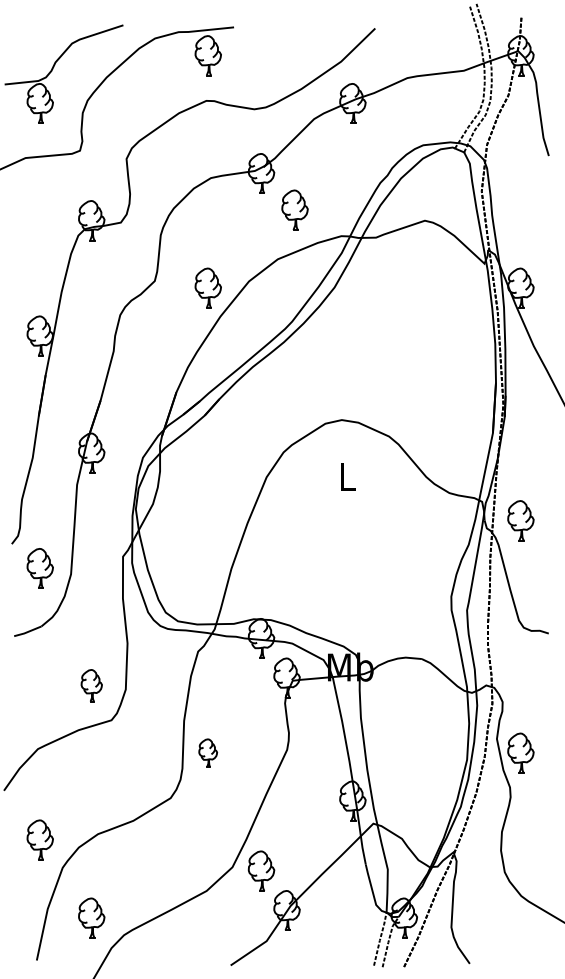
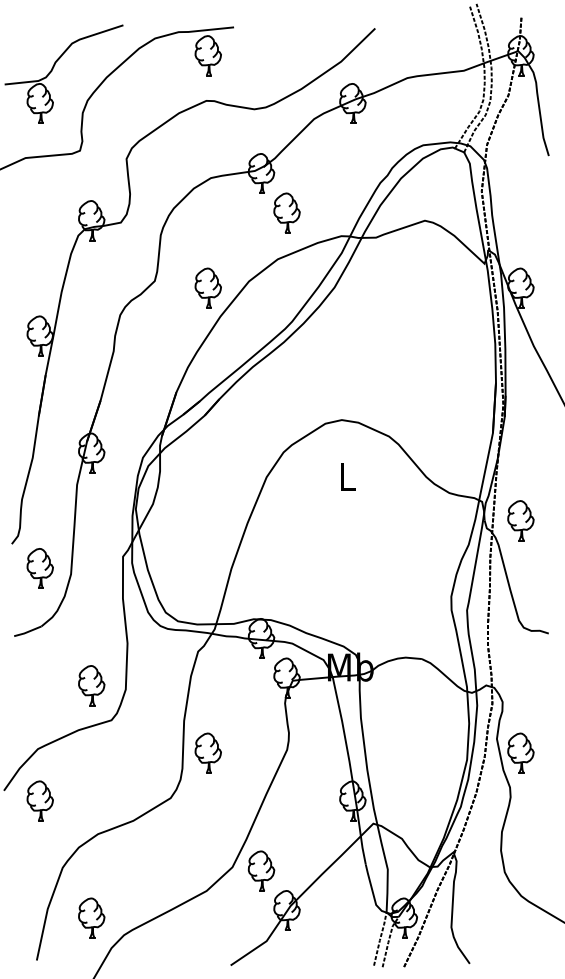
part at (294, 209) position: (294, 209) -> (286, 212)
part at (91, 685) size: 23x34 px -> 28x42 px
part at (208, 752) size: 21x30 px -> 28x42 px
part at (39, 839) position: (39, 839) -> (39, 800)
